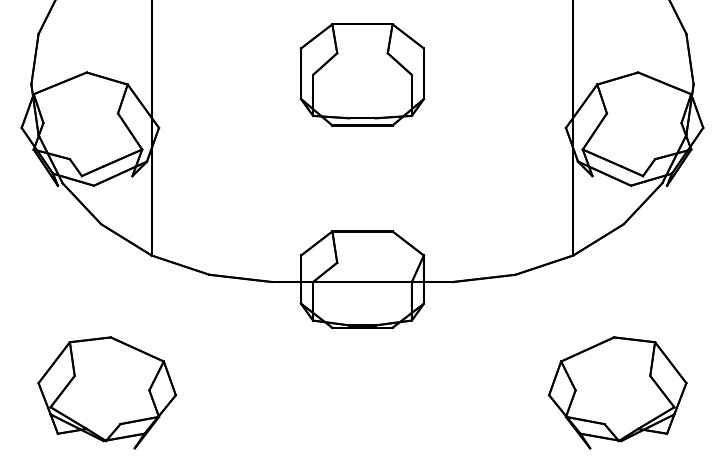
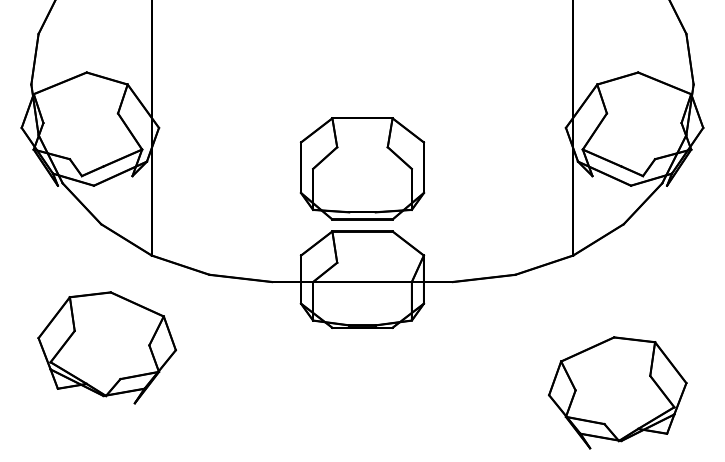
part at (362, 74) position: (362, 74) -> (362, 168)
part at (106, 392) position: (106, 392) -> (106, 347)
